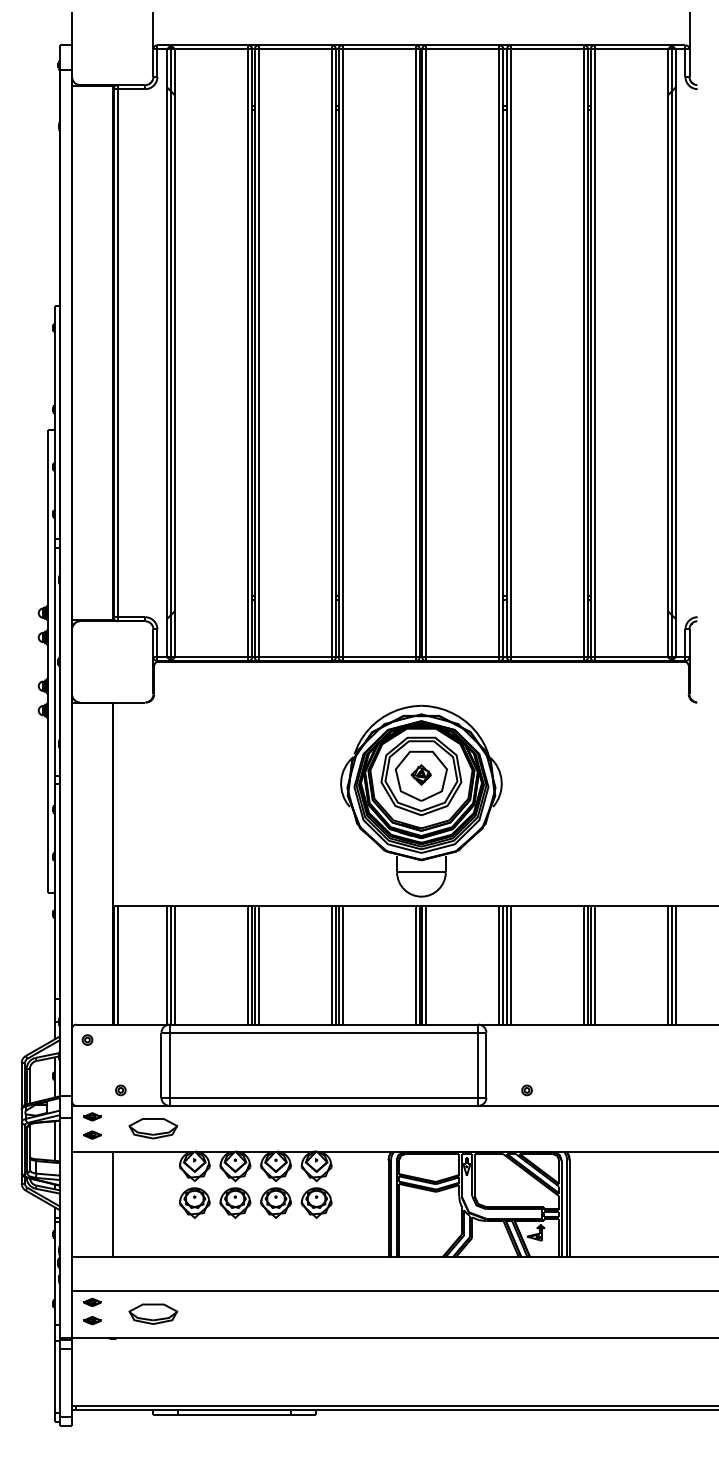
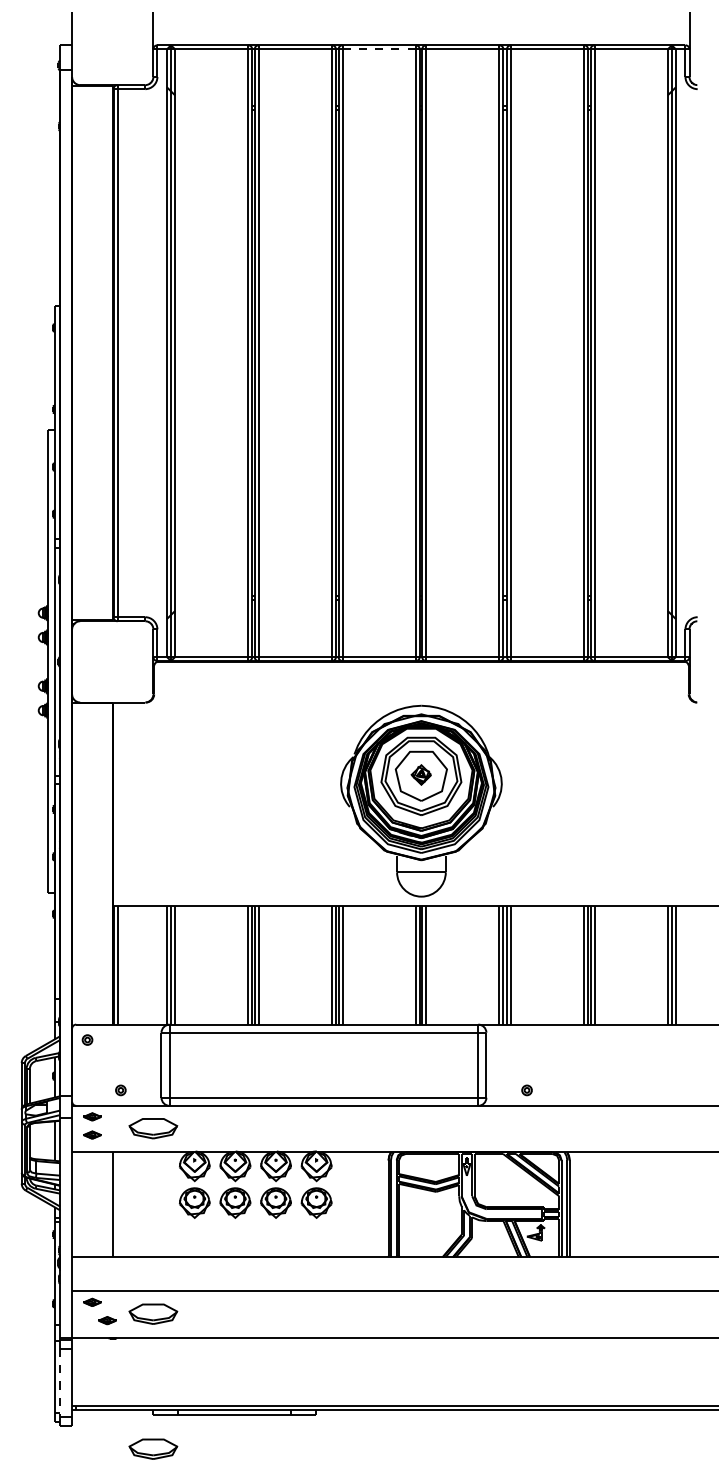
line at (379, 49): solid -> dashed
part at (92, 1320) position: (92, 1320) -> (107, 1320)
line at (59, 1383): solid -> dashed
part at (153, 1448): none -> present
